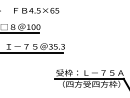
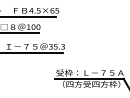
line at (29, 16): none -> present
